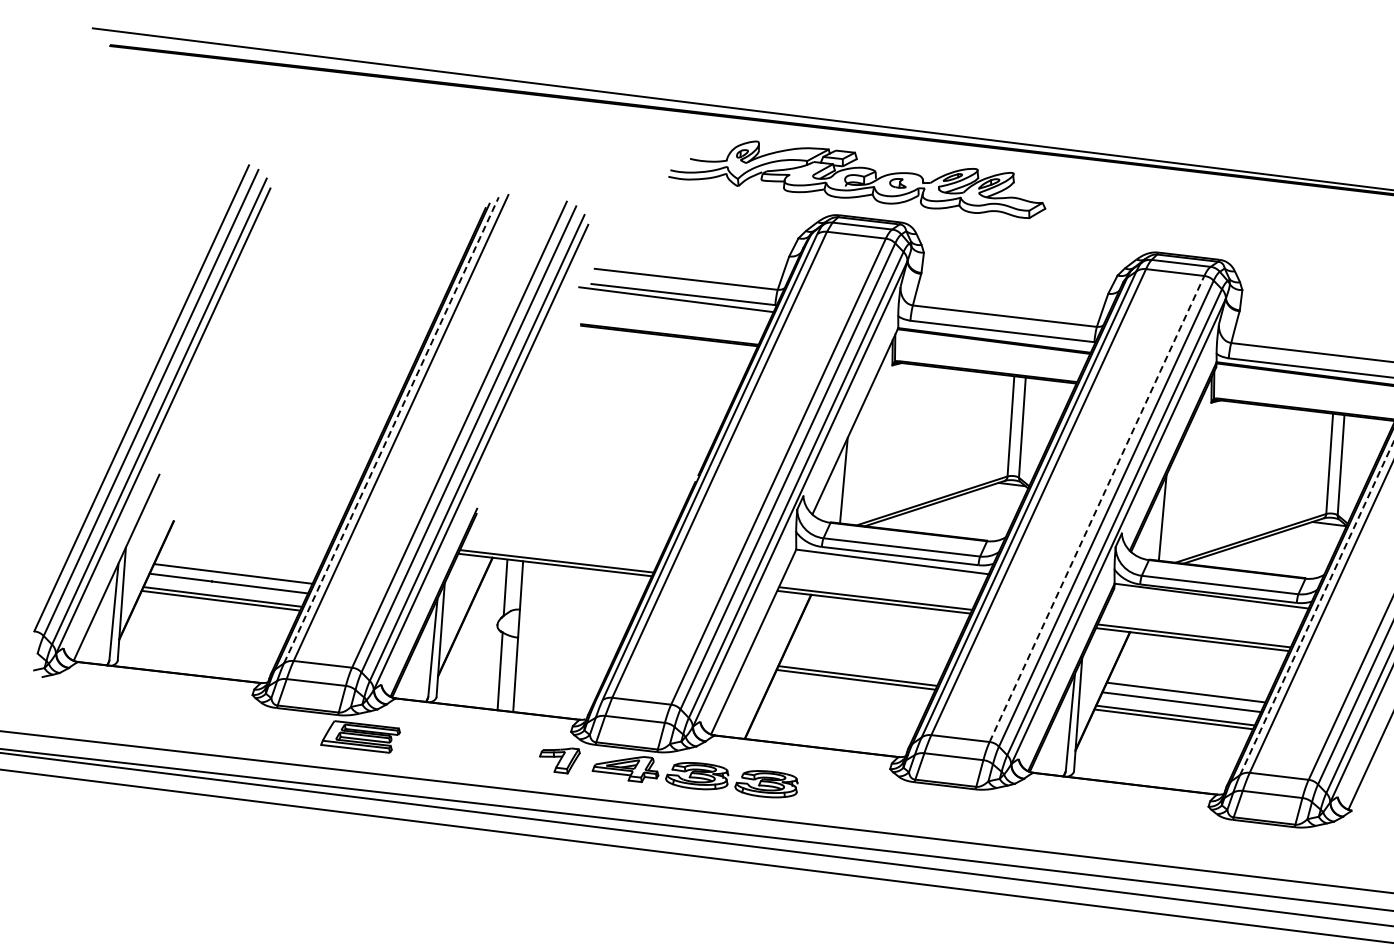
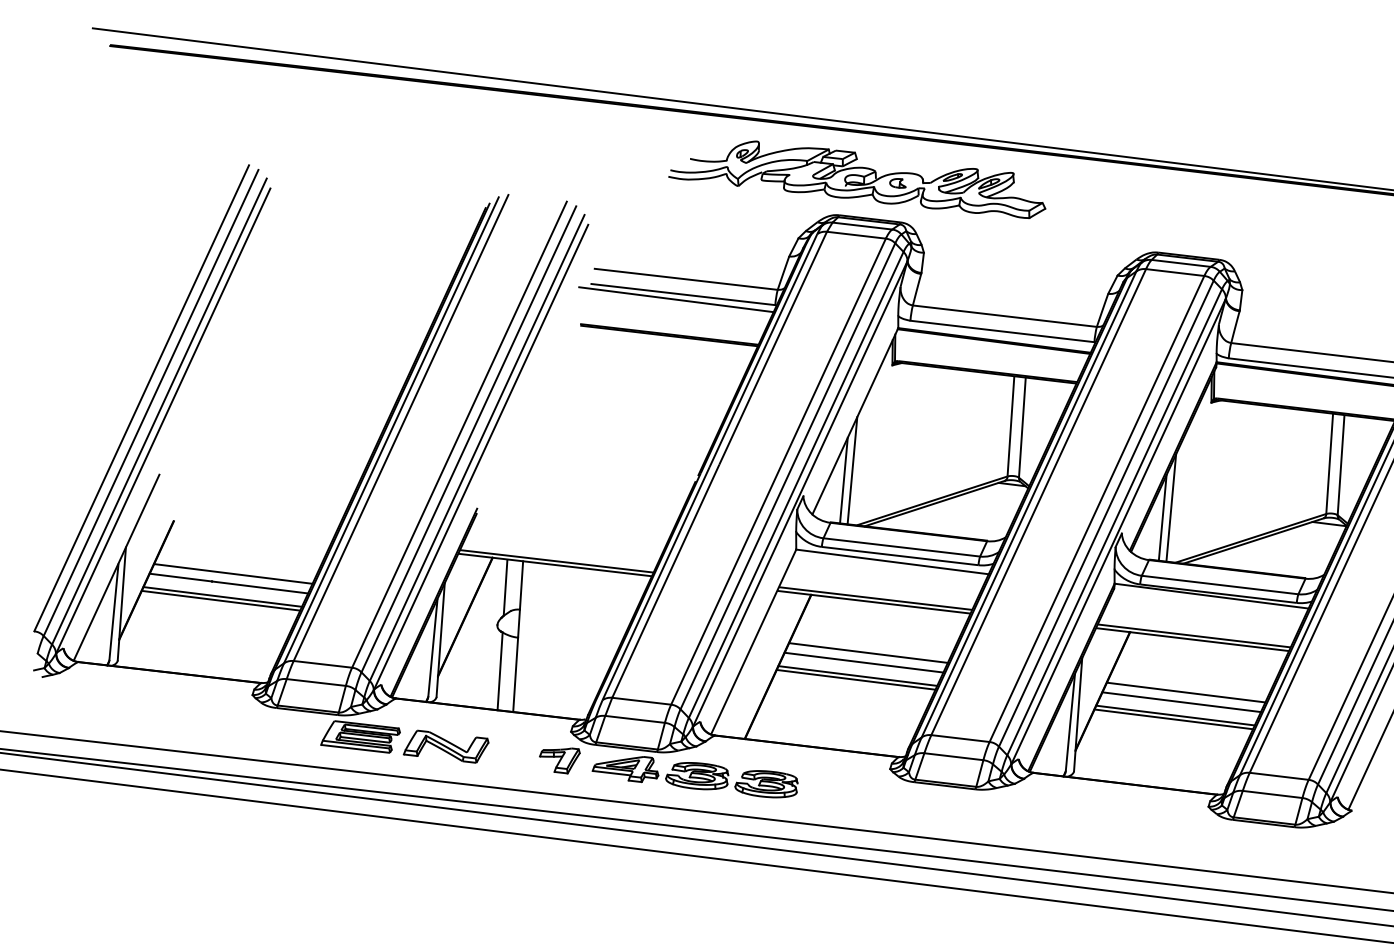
line at (391, 430): dashed -> solid
line at (852, 470): none -> present
line at (1171, 507): none -> present
line at (1096, 508): dashed -> solid
line at (1316, 608): dashed -> solid
line at (868, 652): none -> present
line at (863, 662): none -> present
part at (445, 746): none -> present
